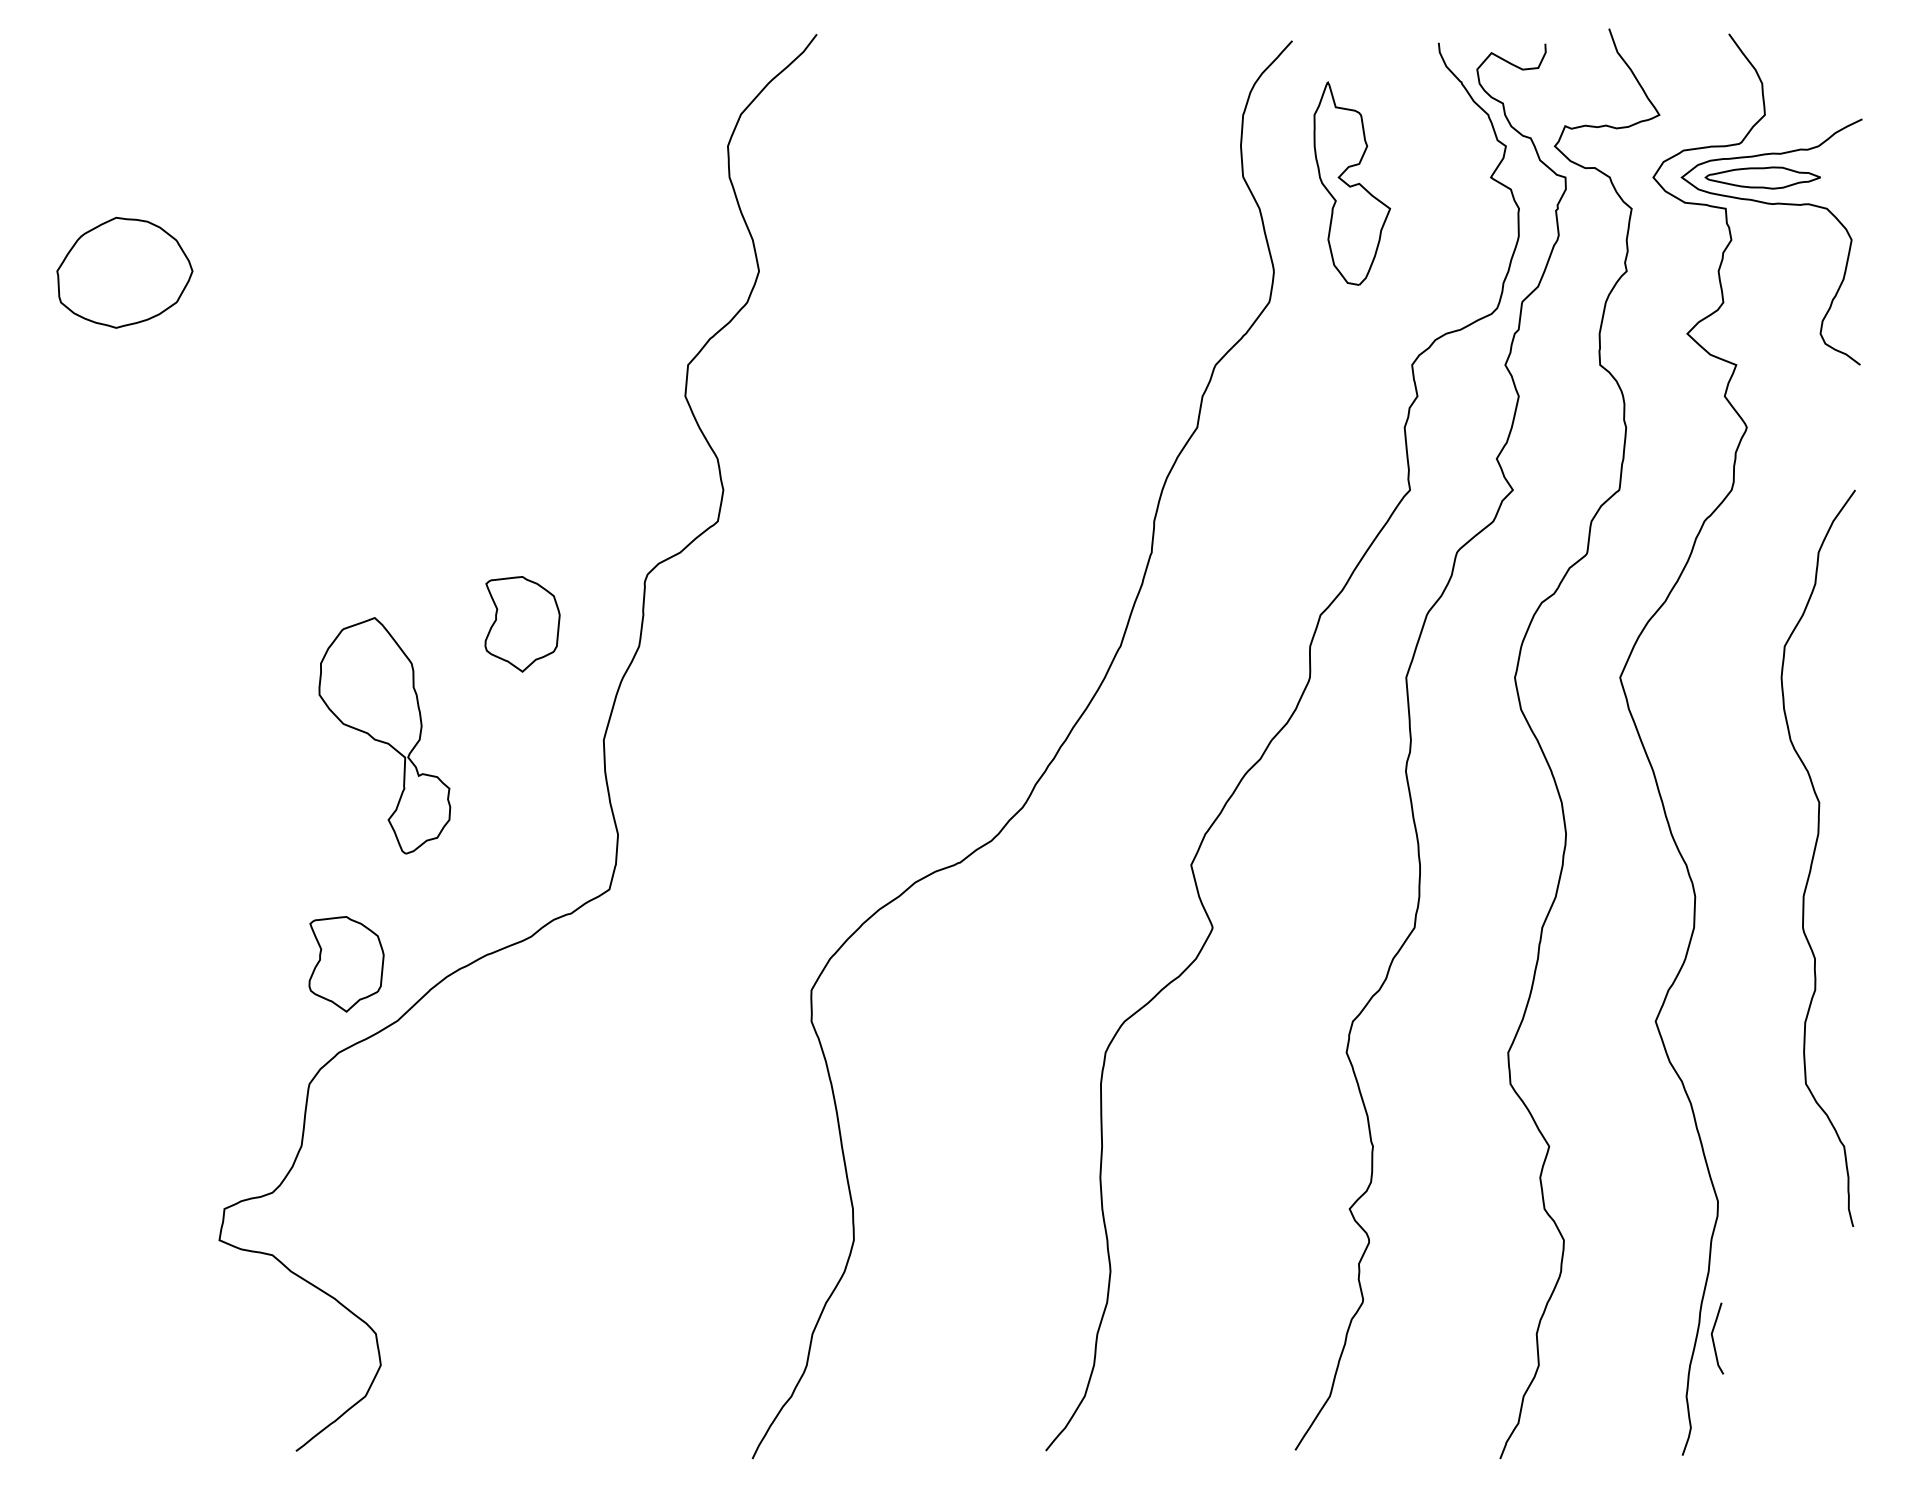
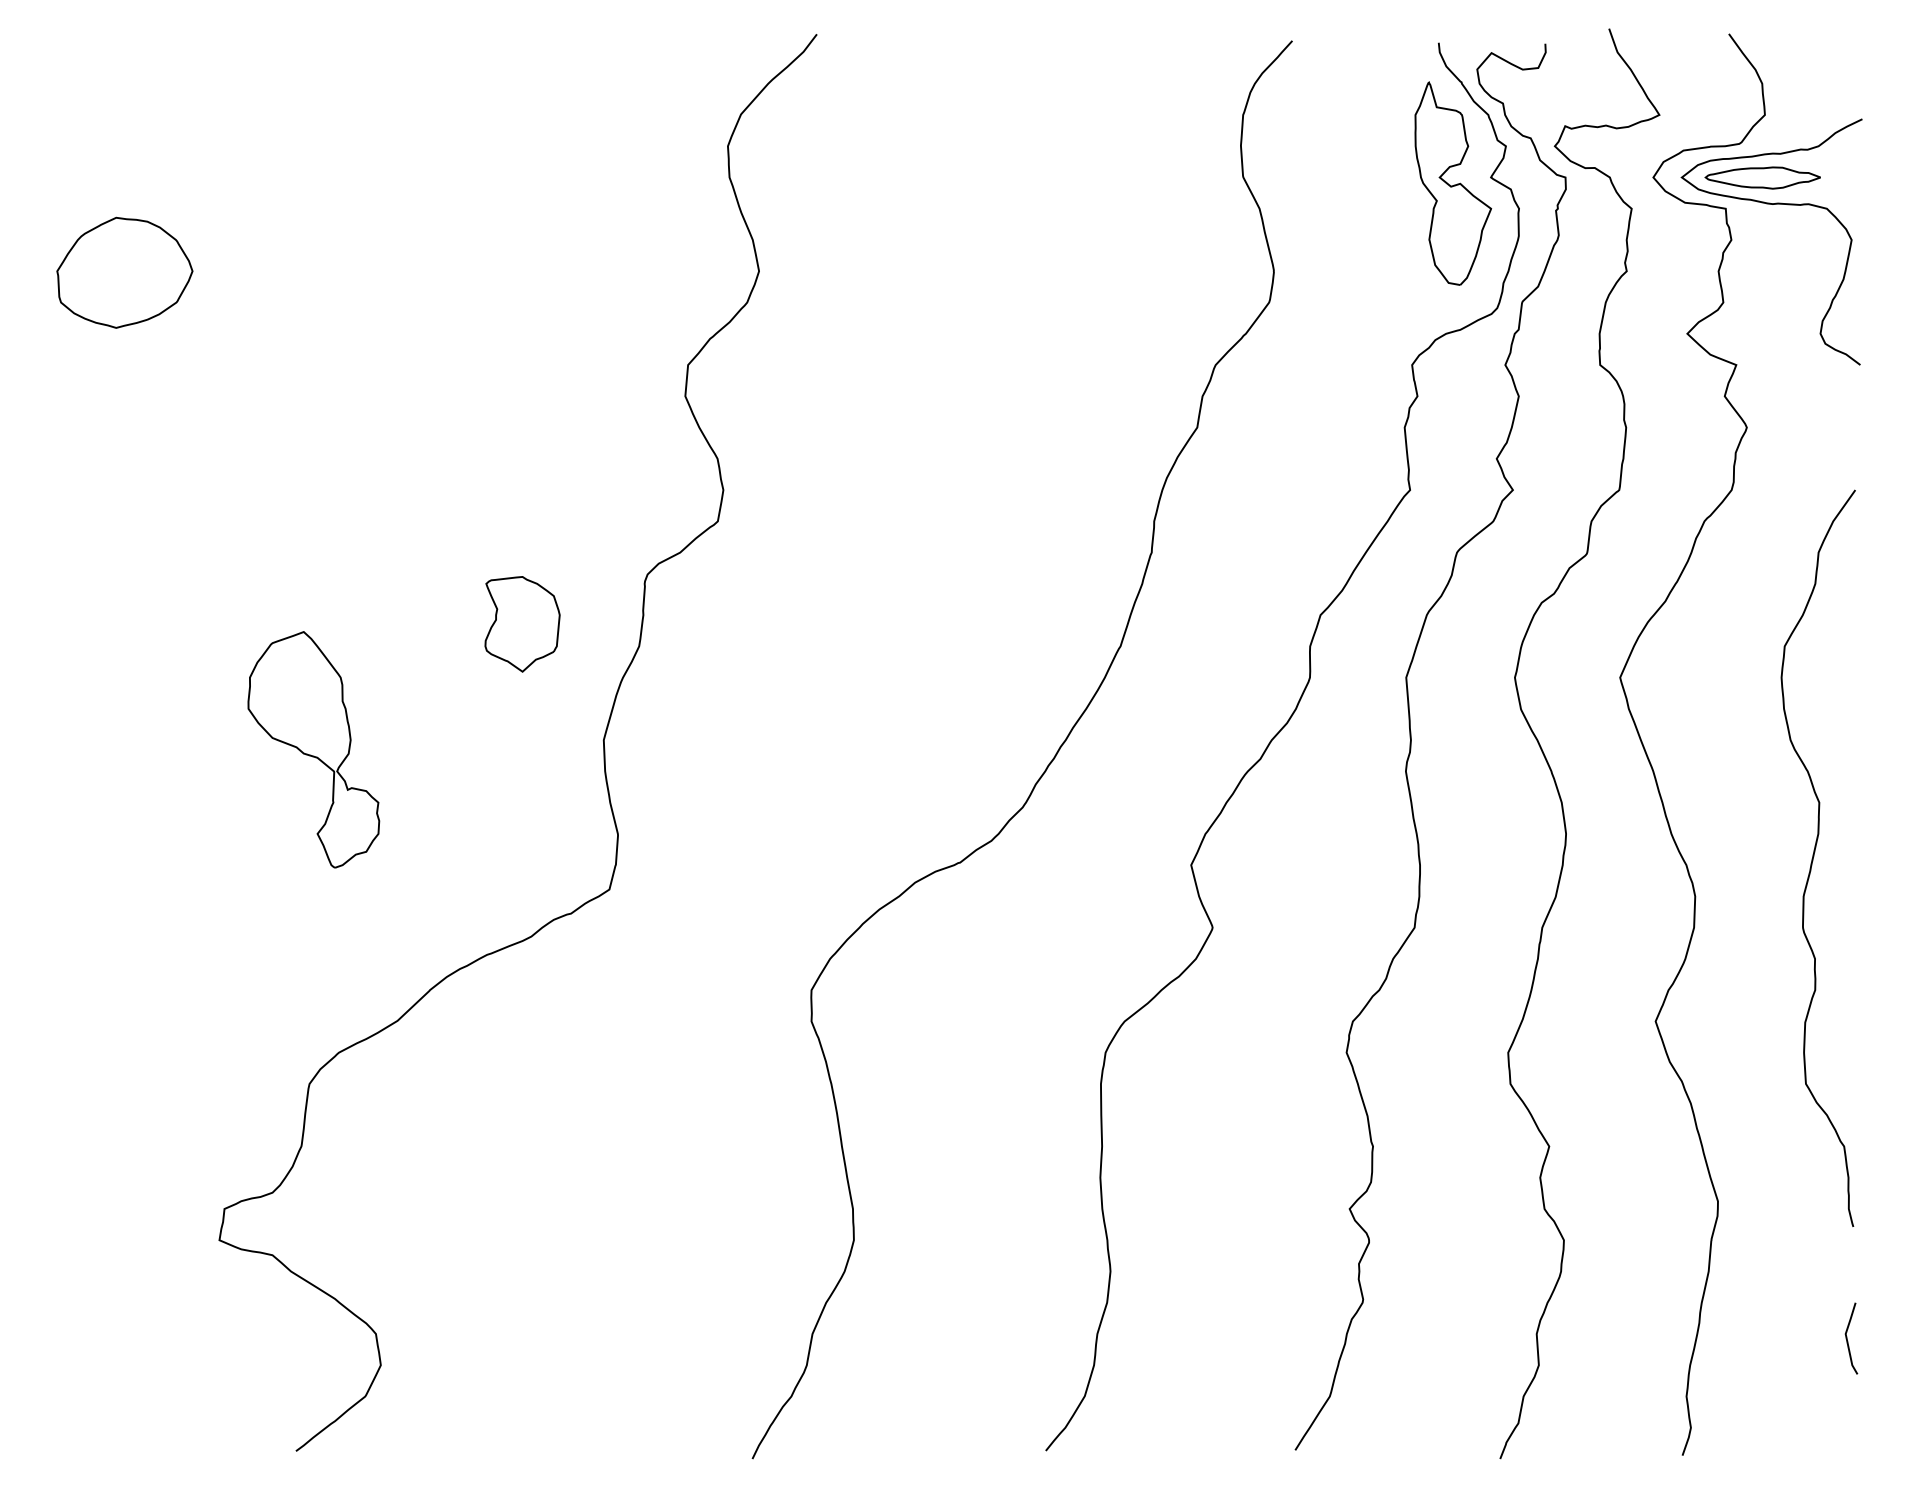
part at (1352, 183) position: (1352, 183) -> (1453, 183)
part at (384, 735) position: (384, 735) -> (313, 749)
part at (346, 964): present -> none
curve at (1713, 1338) position: (1713, 1338) -> (1847, 1338)
